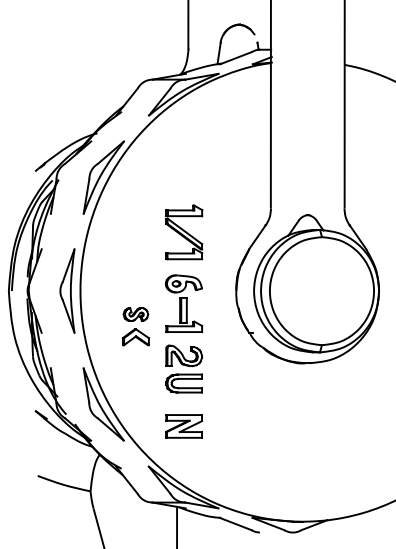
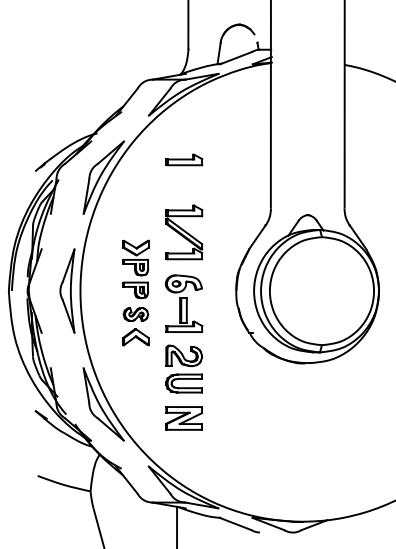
part at (184, 159): none -> present
part at (135, 269): none -> present
part at (184, 426) position: (184, 426) -> (184, 418)
